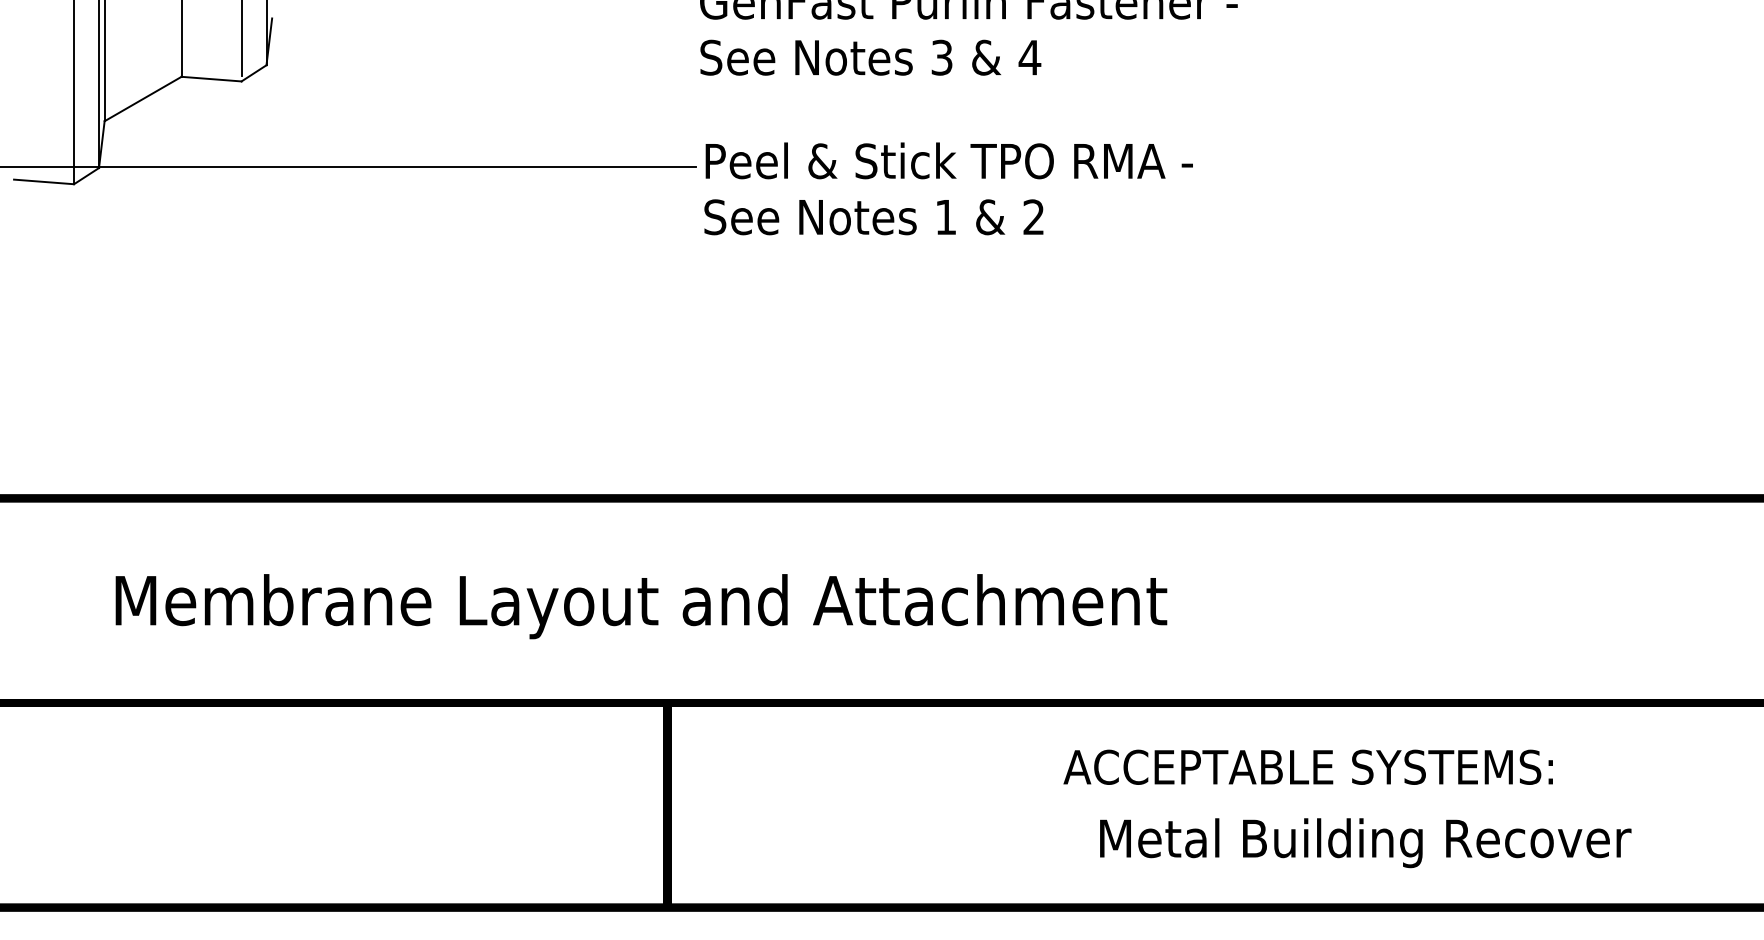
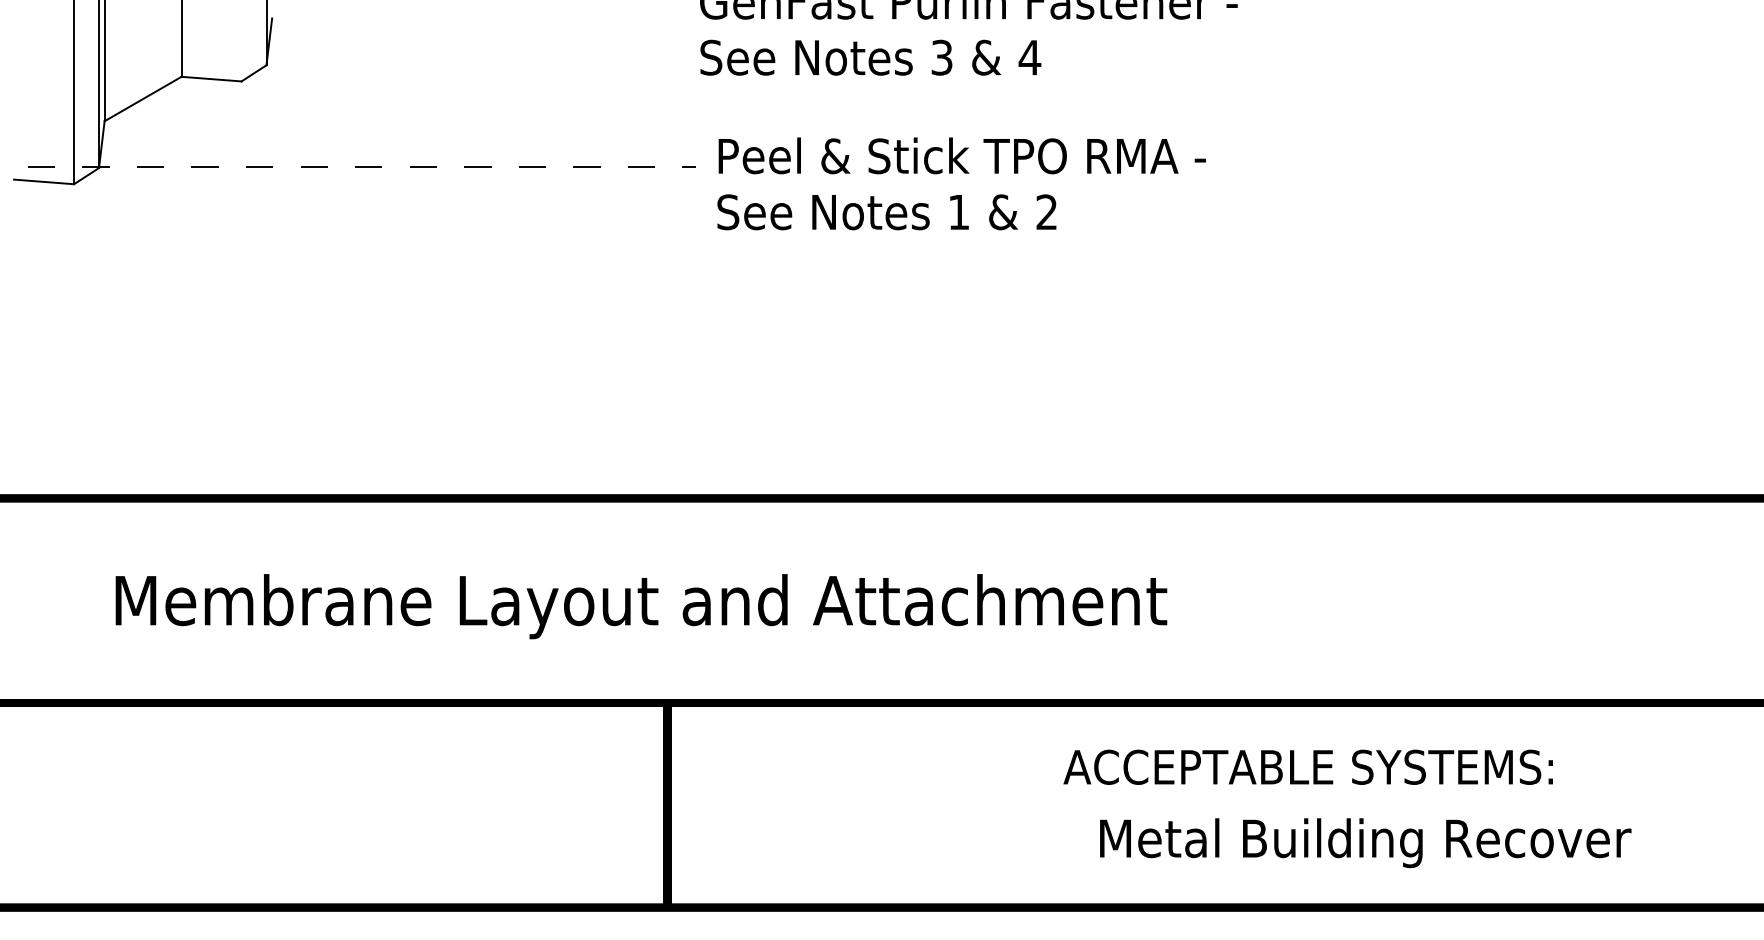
line at (241, 39): present -> none
line at (347, 166): solid -> dashed
text at (948, 188) position: (948, 188) -> (961, 183)
